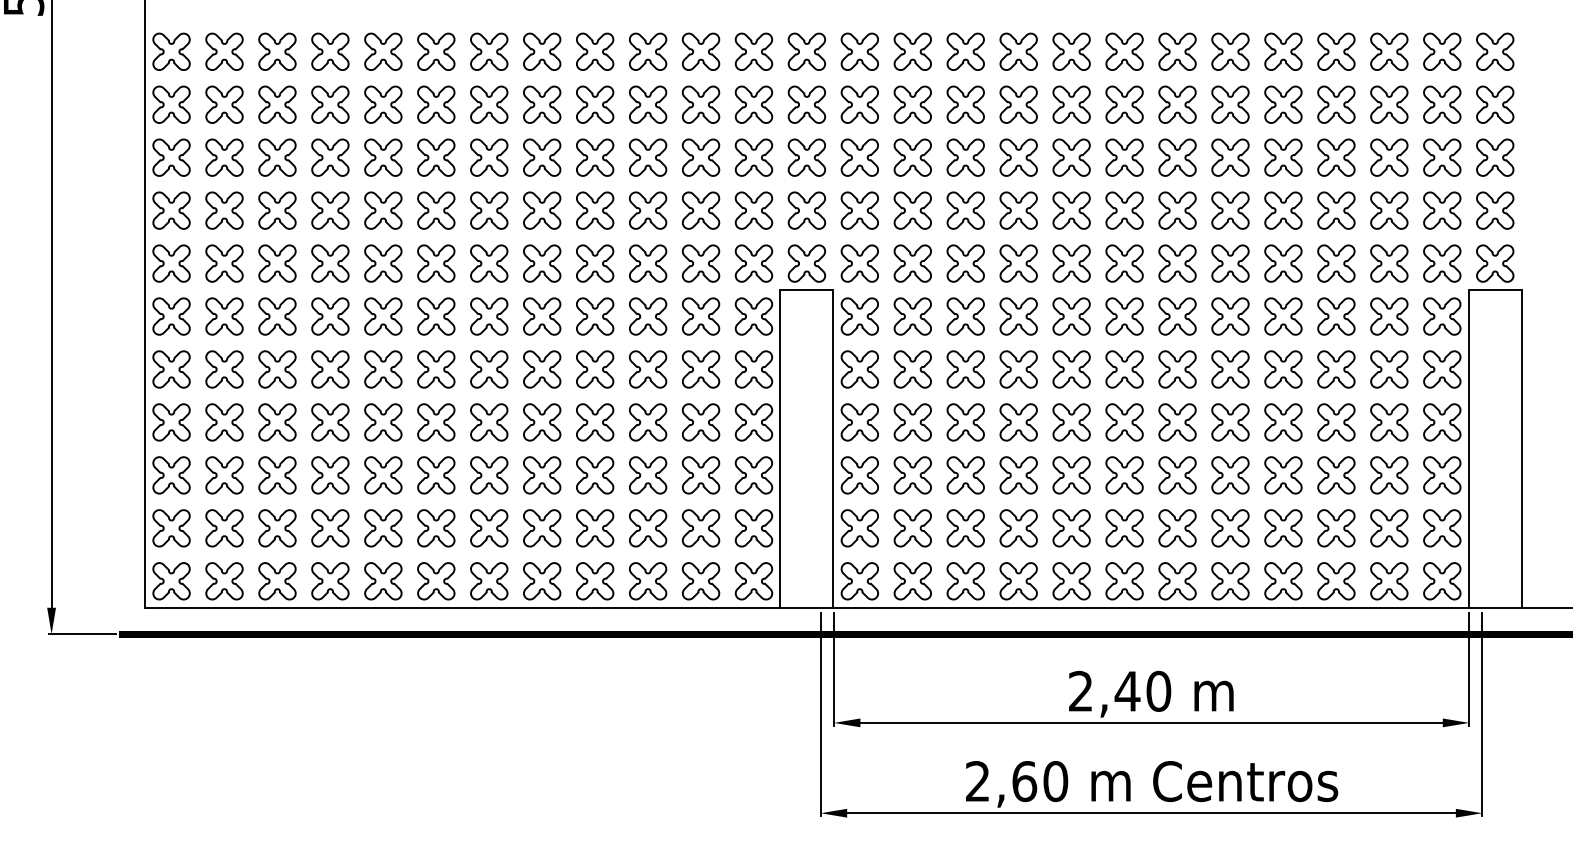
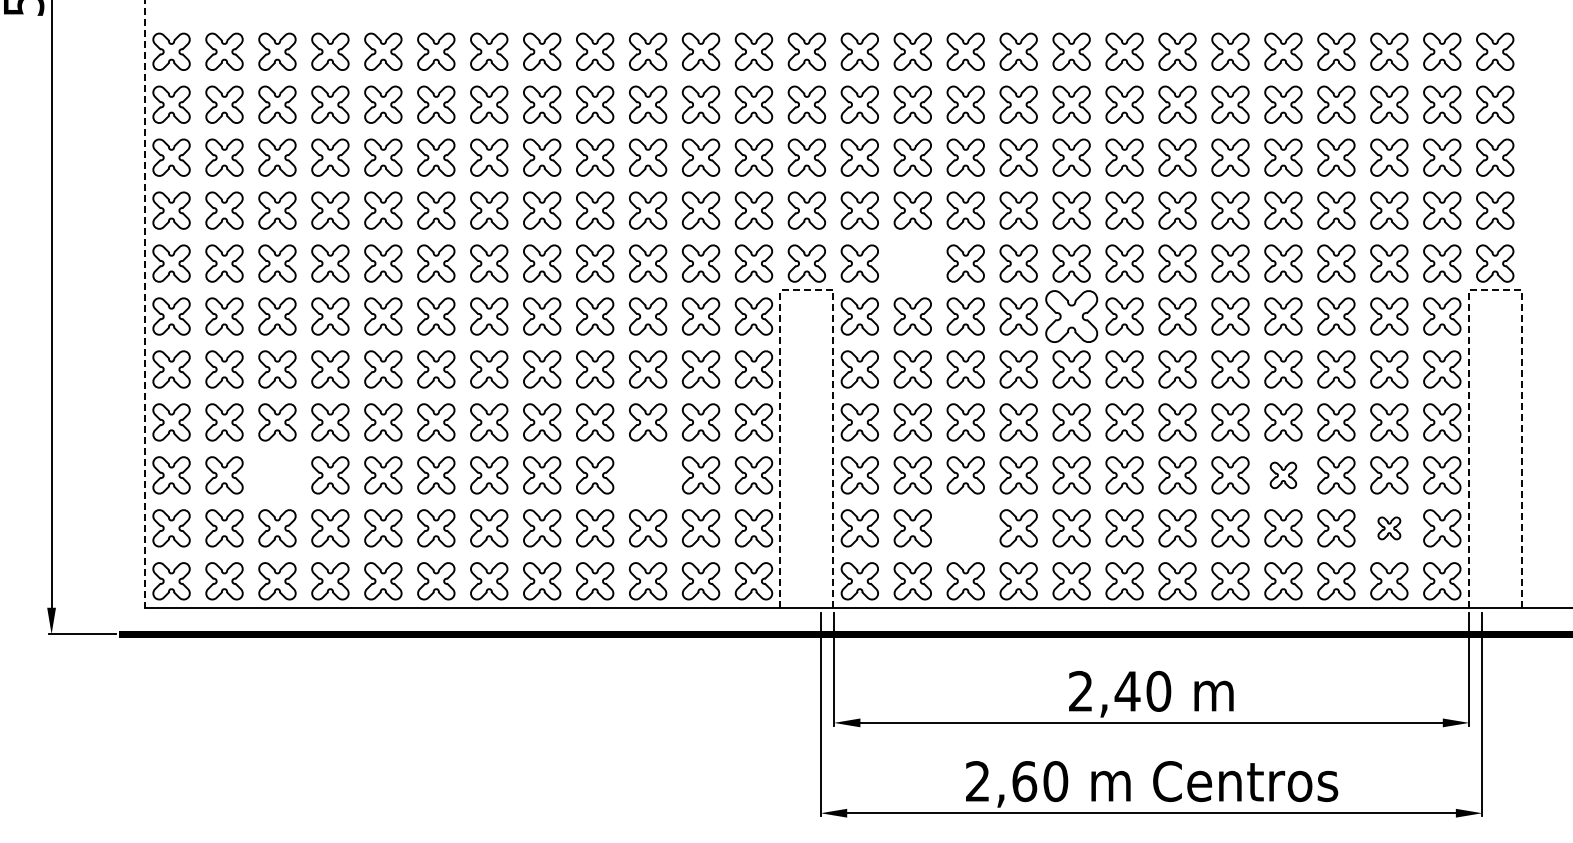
part at (912, 263): present -> none
line at (807, 290): solid -> dashed
line at (1495, 290): solid -> dashed
line at (145, 304): solid -> dashed
part at (1071, 316) size: 39x39 px -> 54x53 px
part at (277, 475): present -> none
part at (648, 475): present -> none
part at (1283, 475) size: 39x39 px -> 29x29 px
part at (965, 528): present -> none
part at (1389, 528) size: 39x39 px -> 25x25 px
